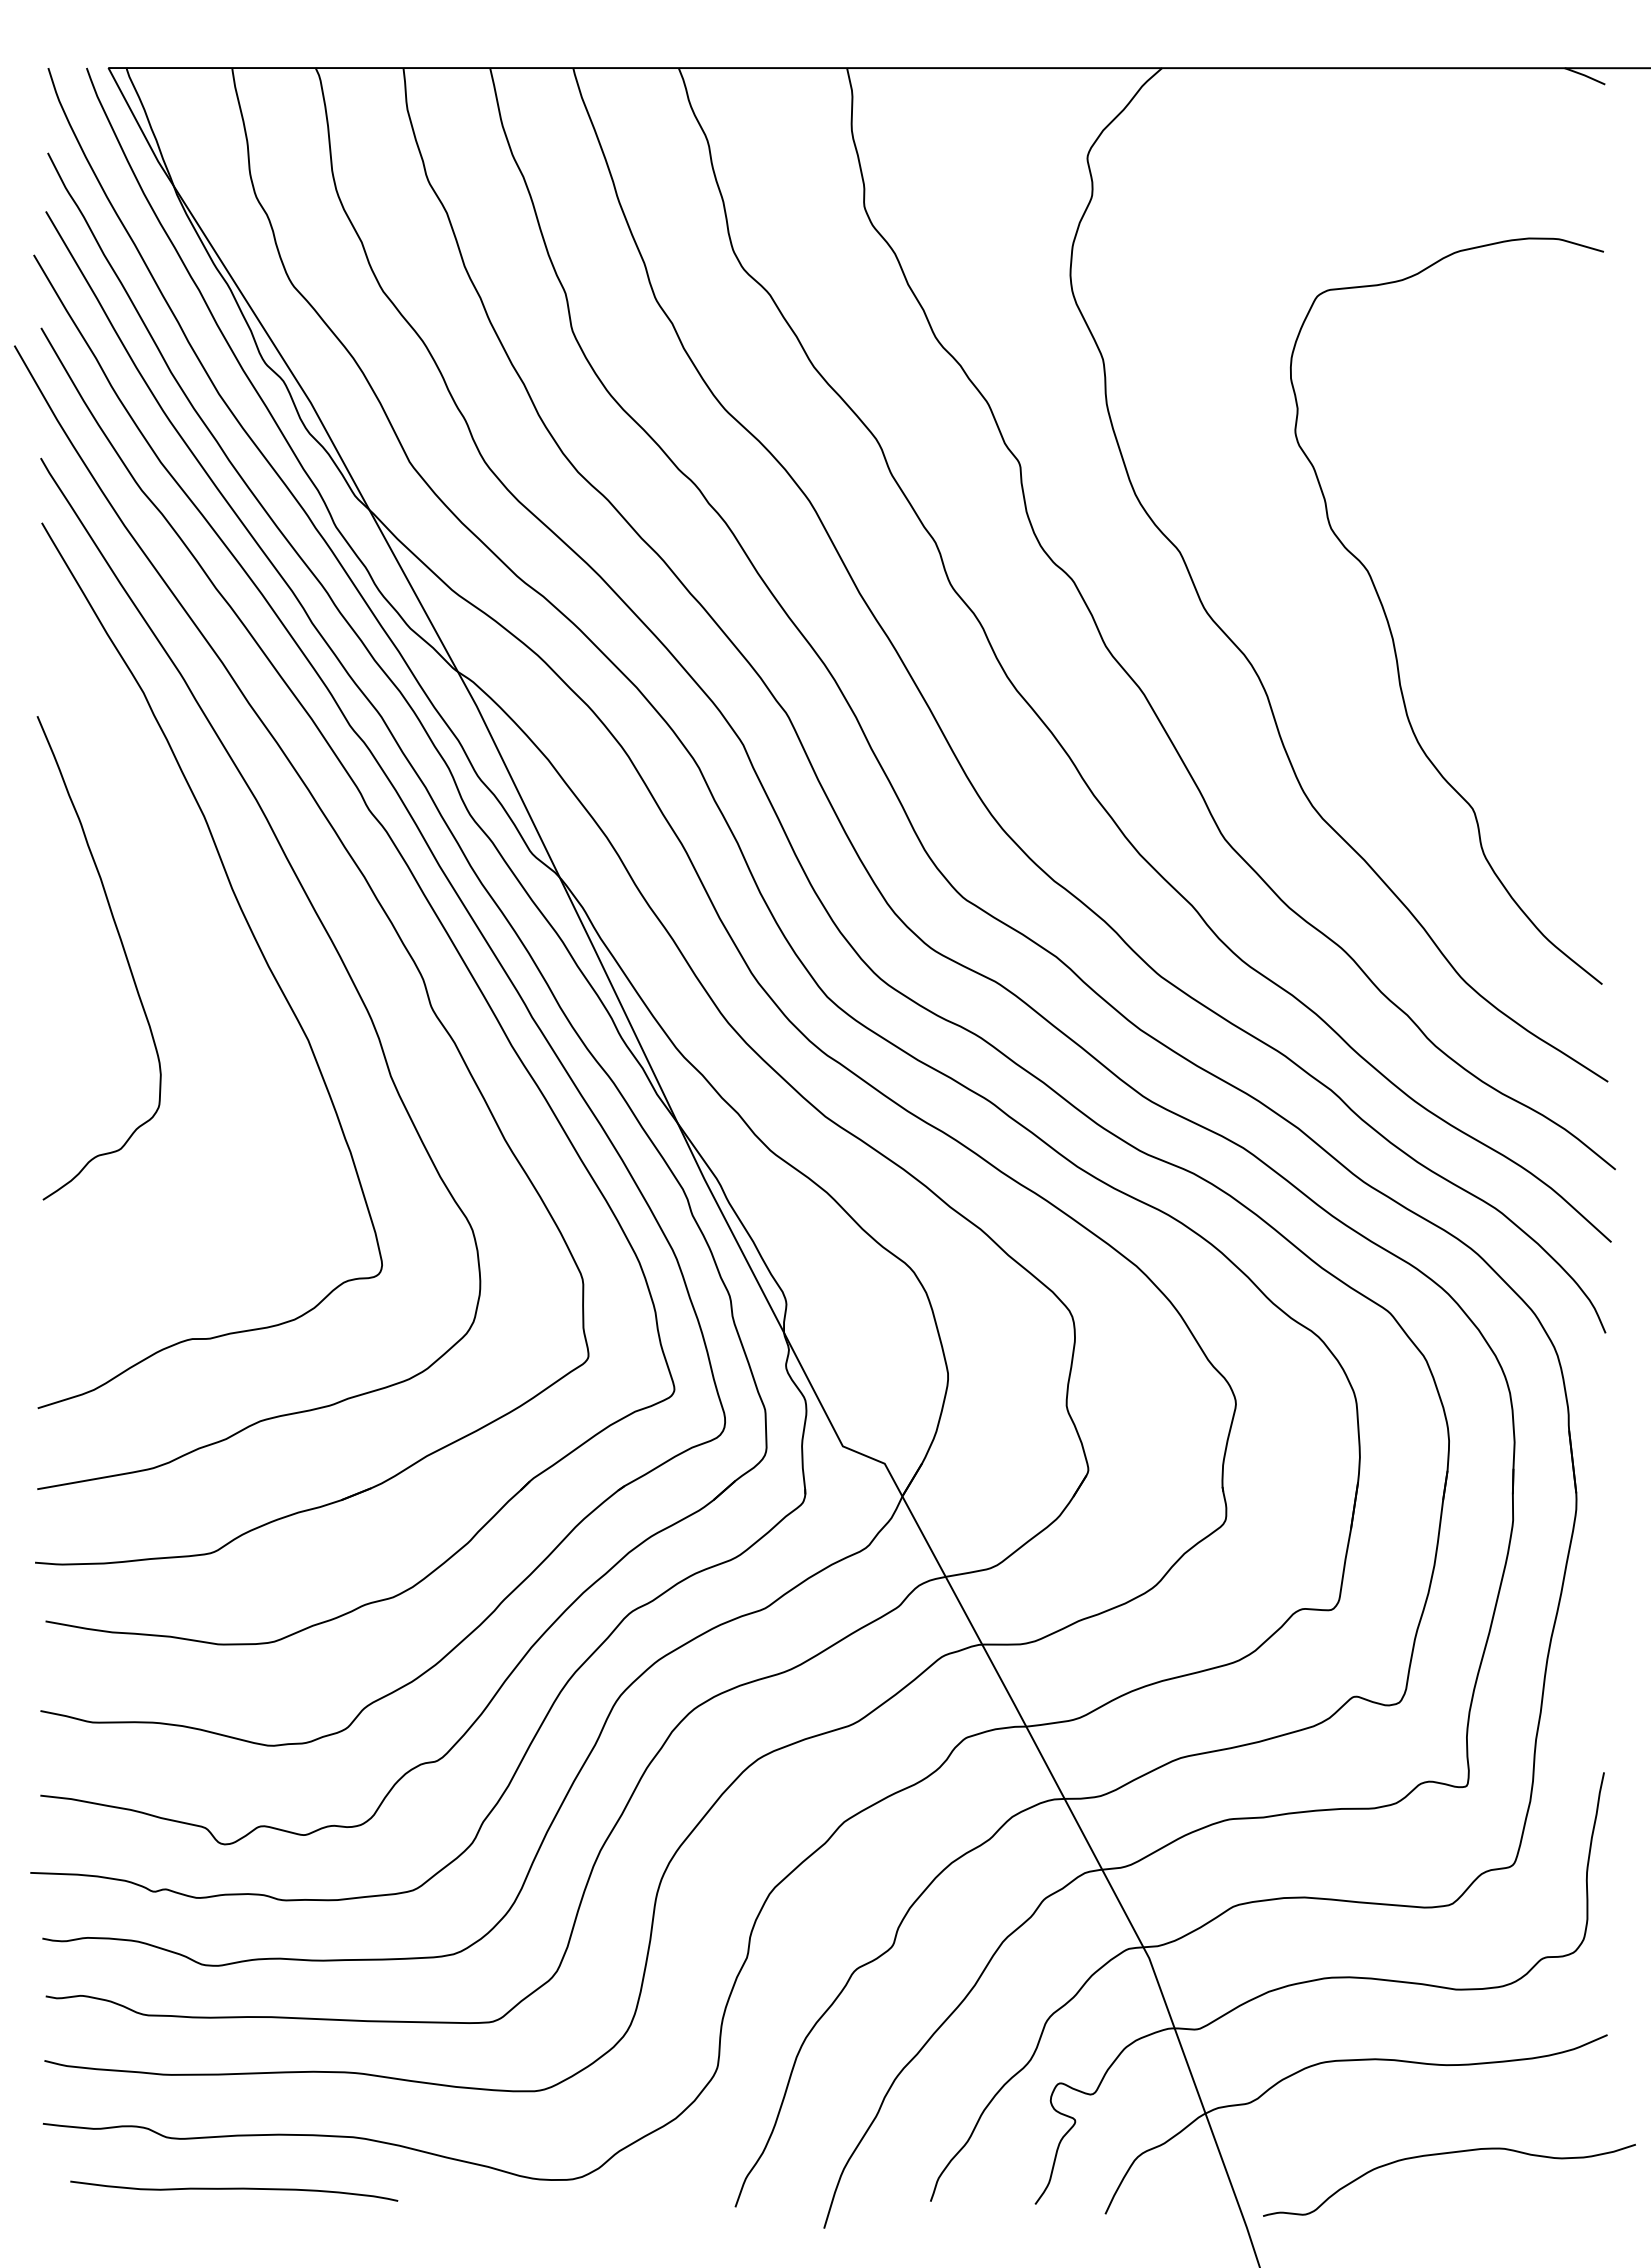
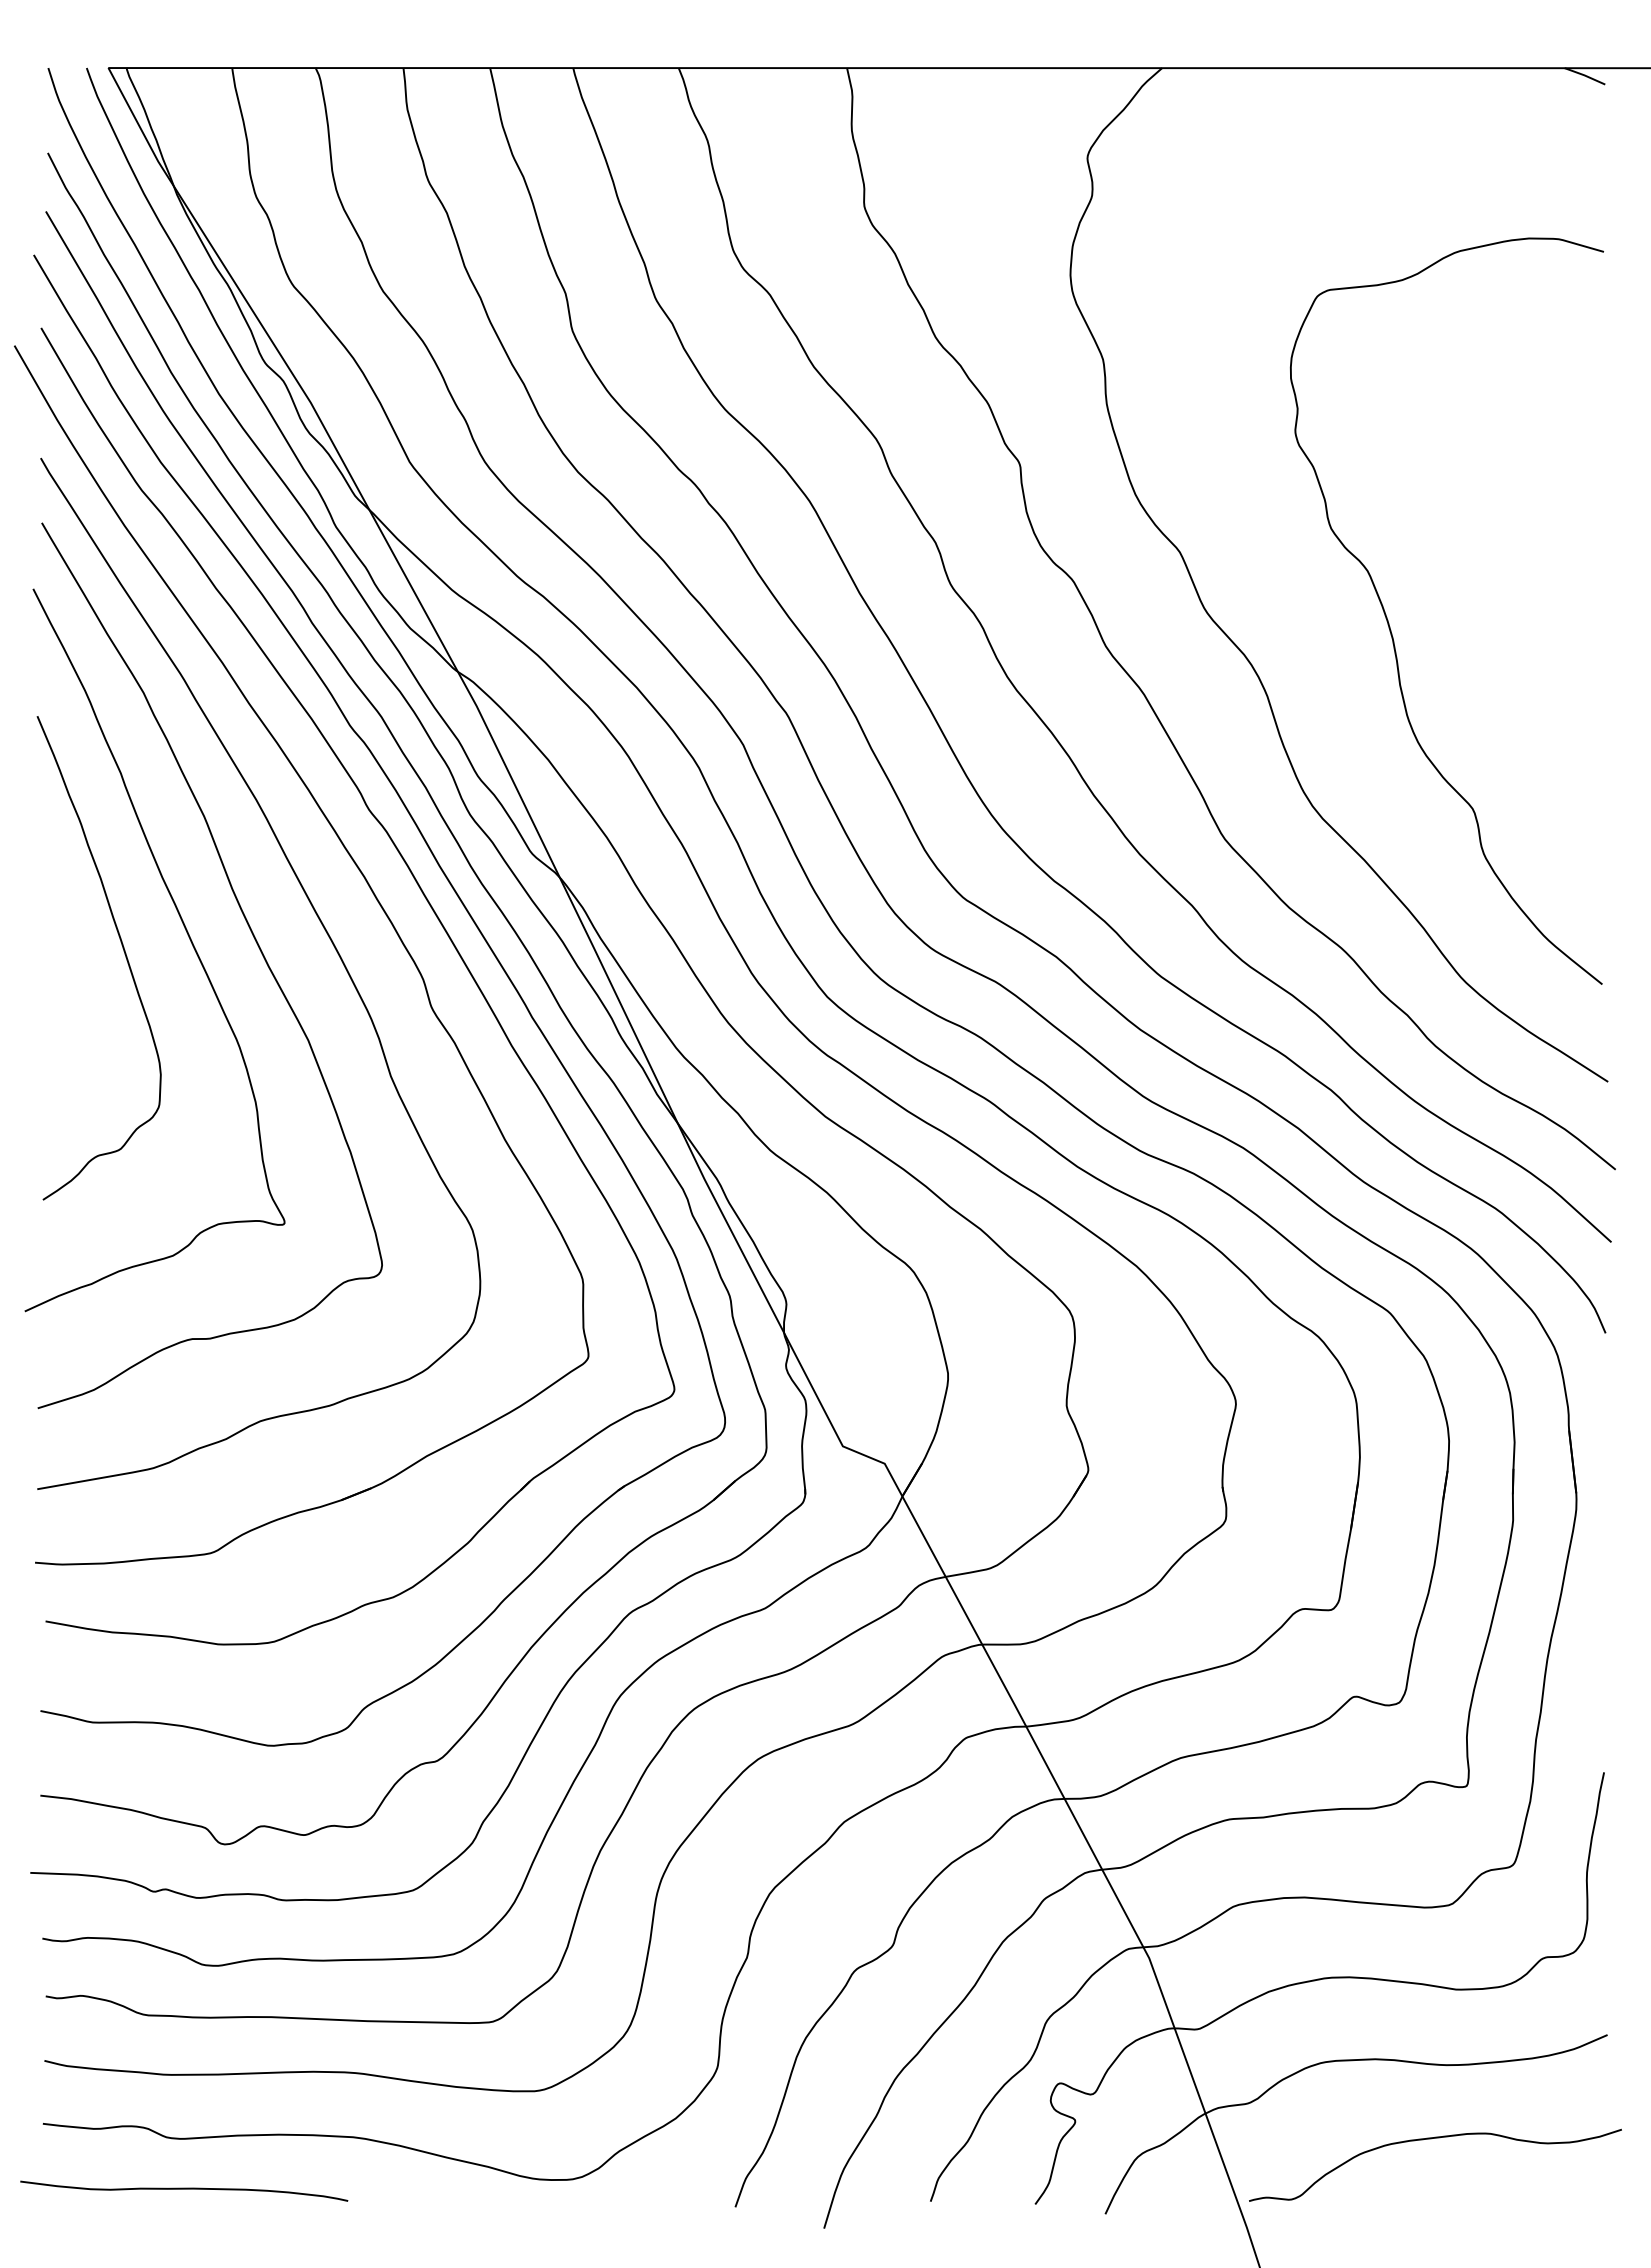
curve at (187, 935): none -> present
curve at (1445, 2154) position: (1445, 2154) -> (1431, 2139)
curve at (234, 2189) position: (234, 2189) -> (184, 2189)
